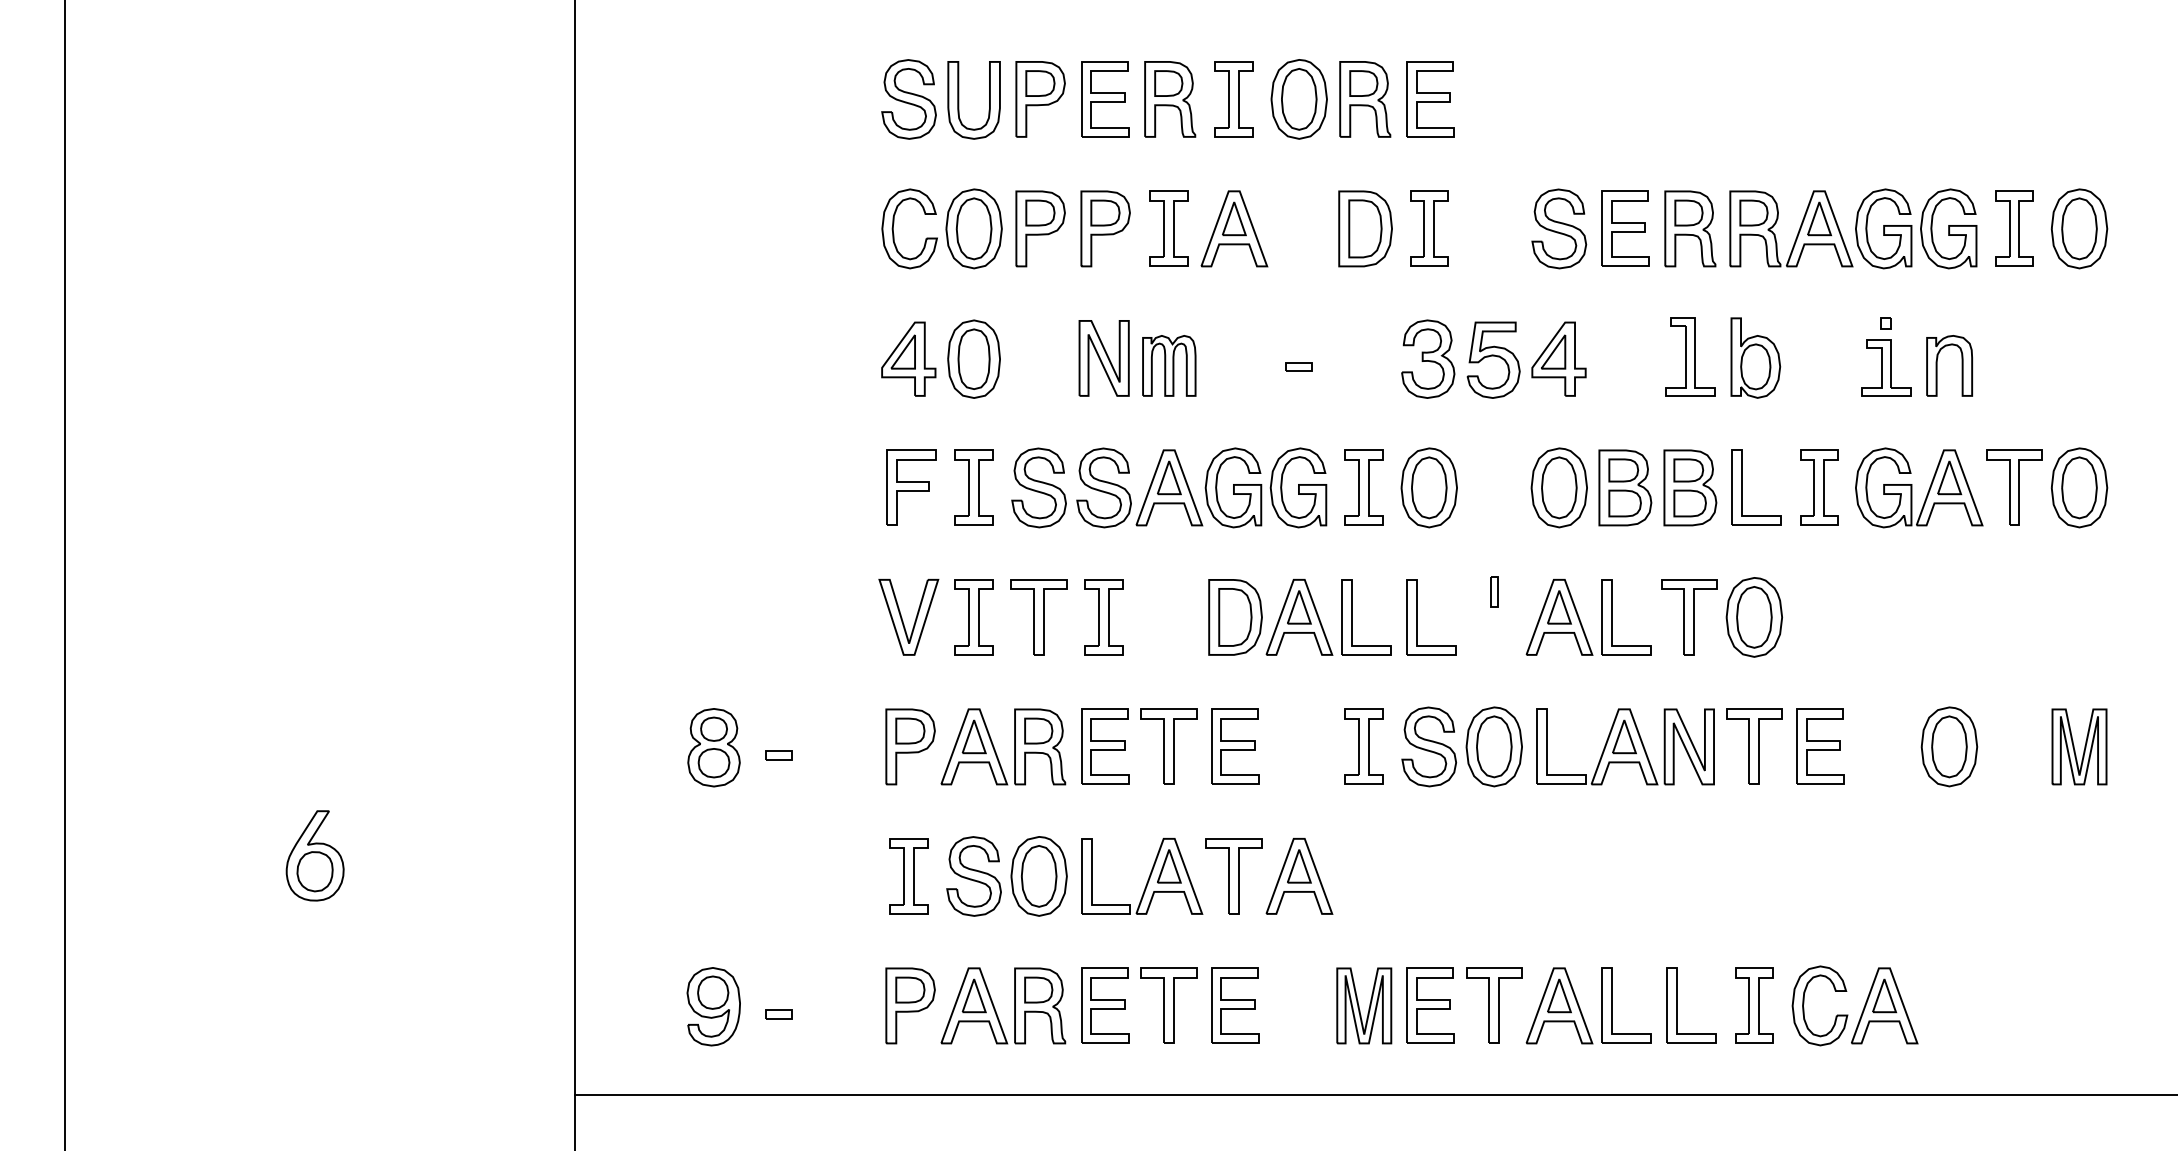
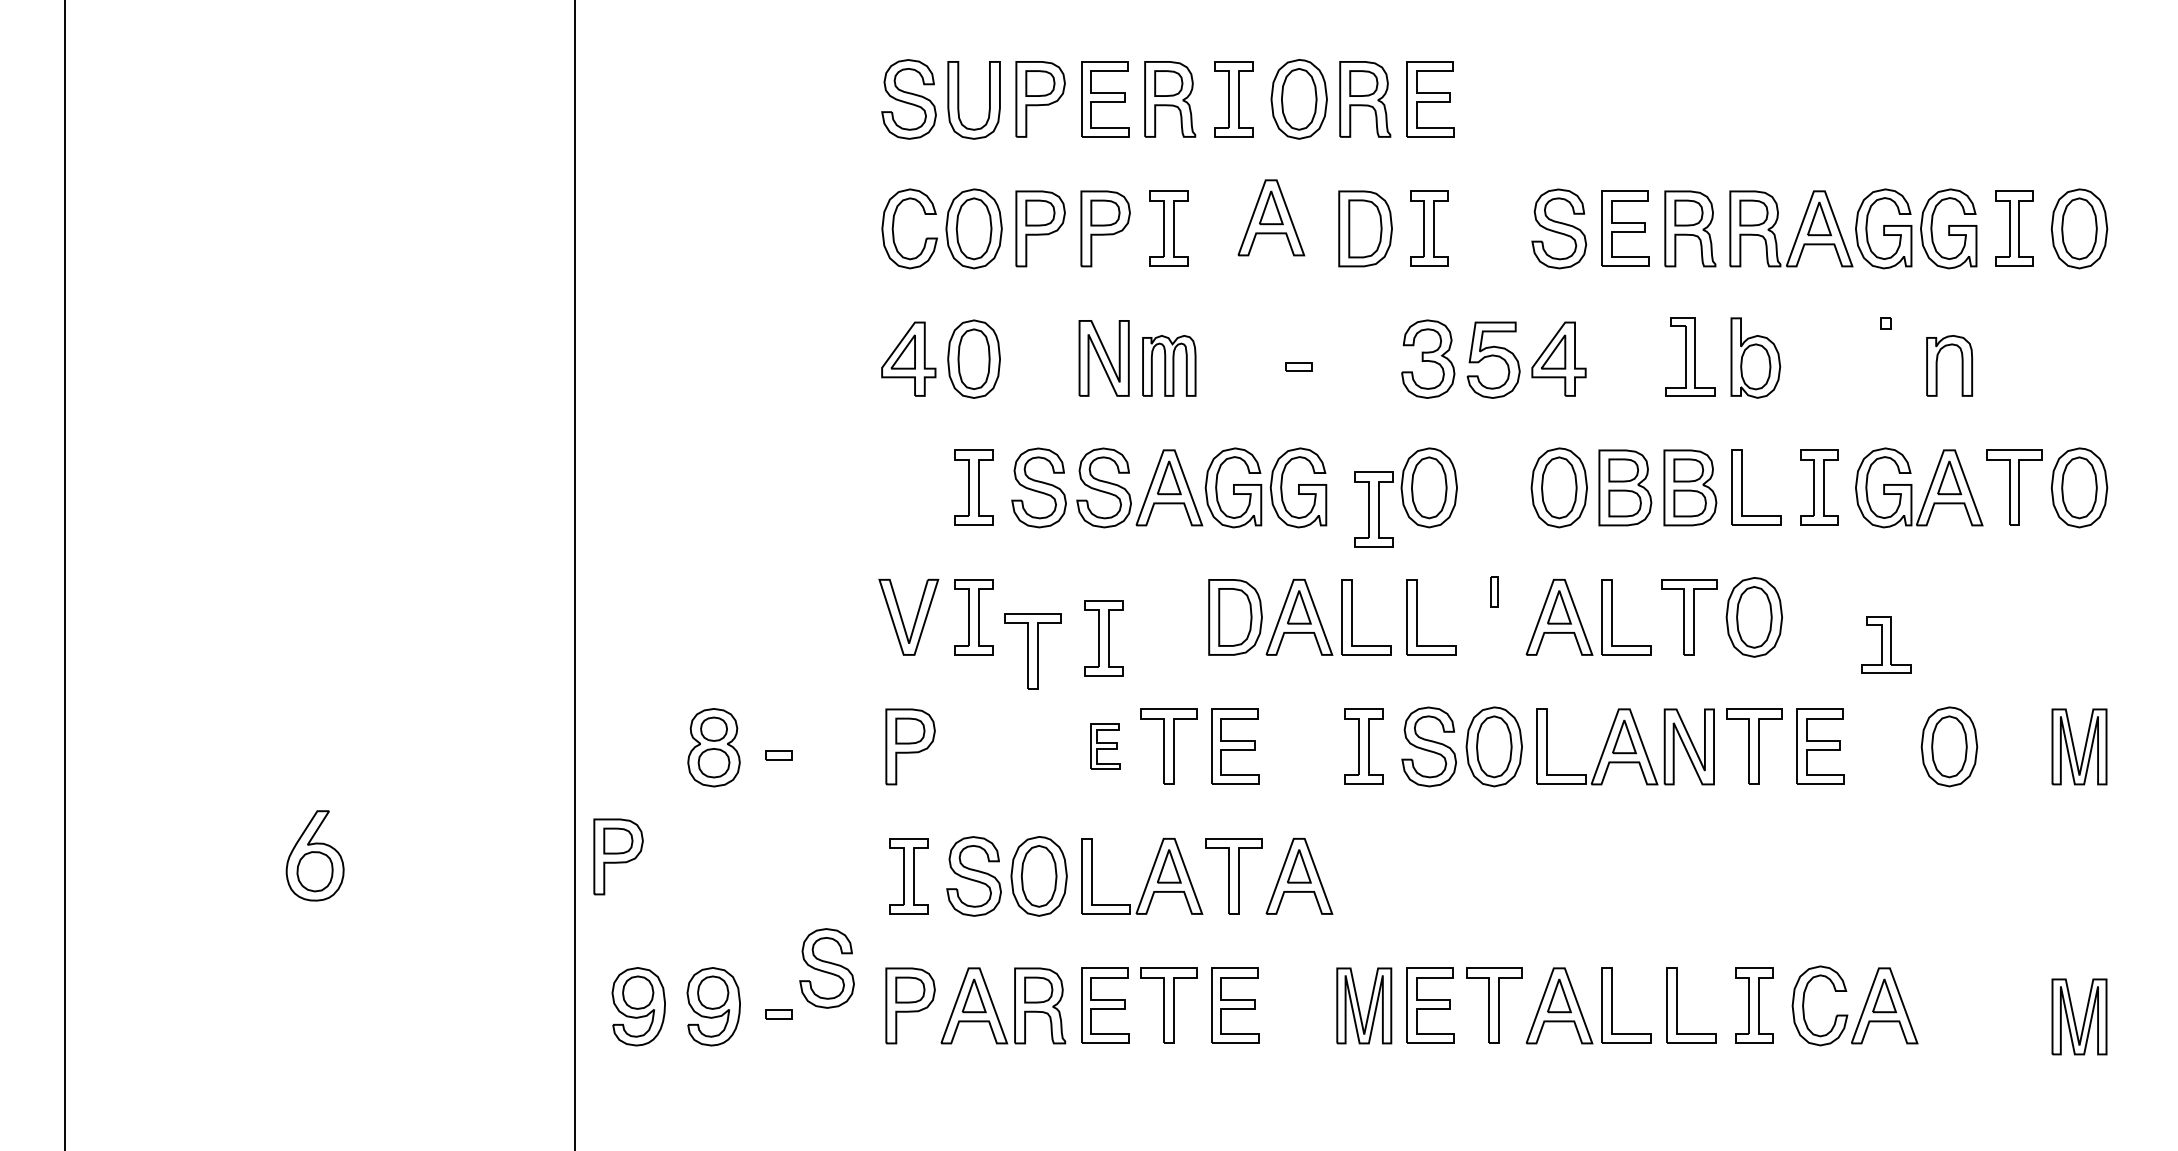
part at (1234, 228) position: (1234, 228) -> (1271, 217)
part at (1886, 367) position: (1886, 367) -> (1886, 644)
part at (911, 487): present -> none
part at (1363, 487) position: (1363, 487) -> (1373, 509)
part at (1038, 617) position: (1038, 617) -> (1032, 651)
part at (1103, 617) position: (1103, 617) -> (1103, 638)
part at (1105, 746) size: 49x77 px -> 31x47 px
part at (995, 749): present -> none
part at (618, 856): none -> present
part at (826, 968): none -> present
part at (638, 1006): none -> present
part at (2079, 1016): none -> present
line at (1374, 1095): present -> none
